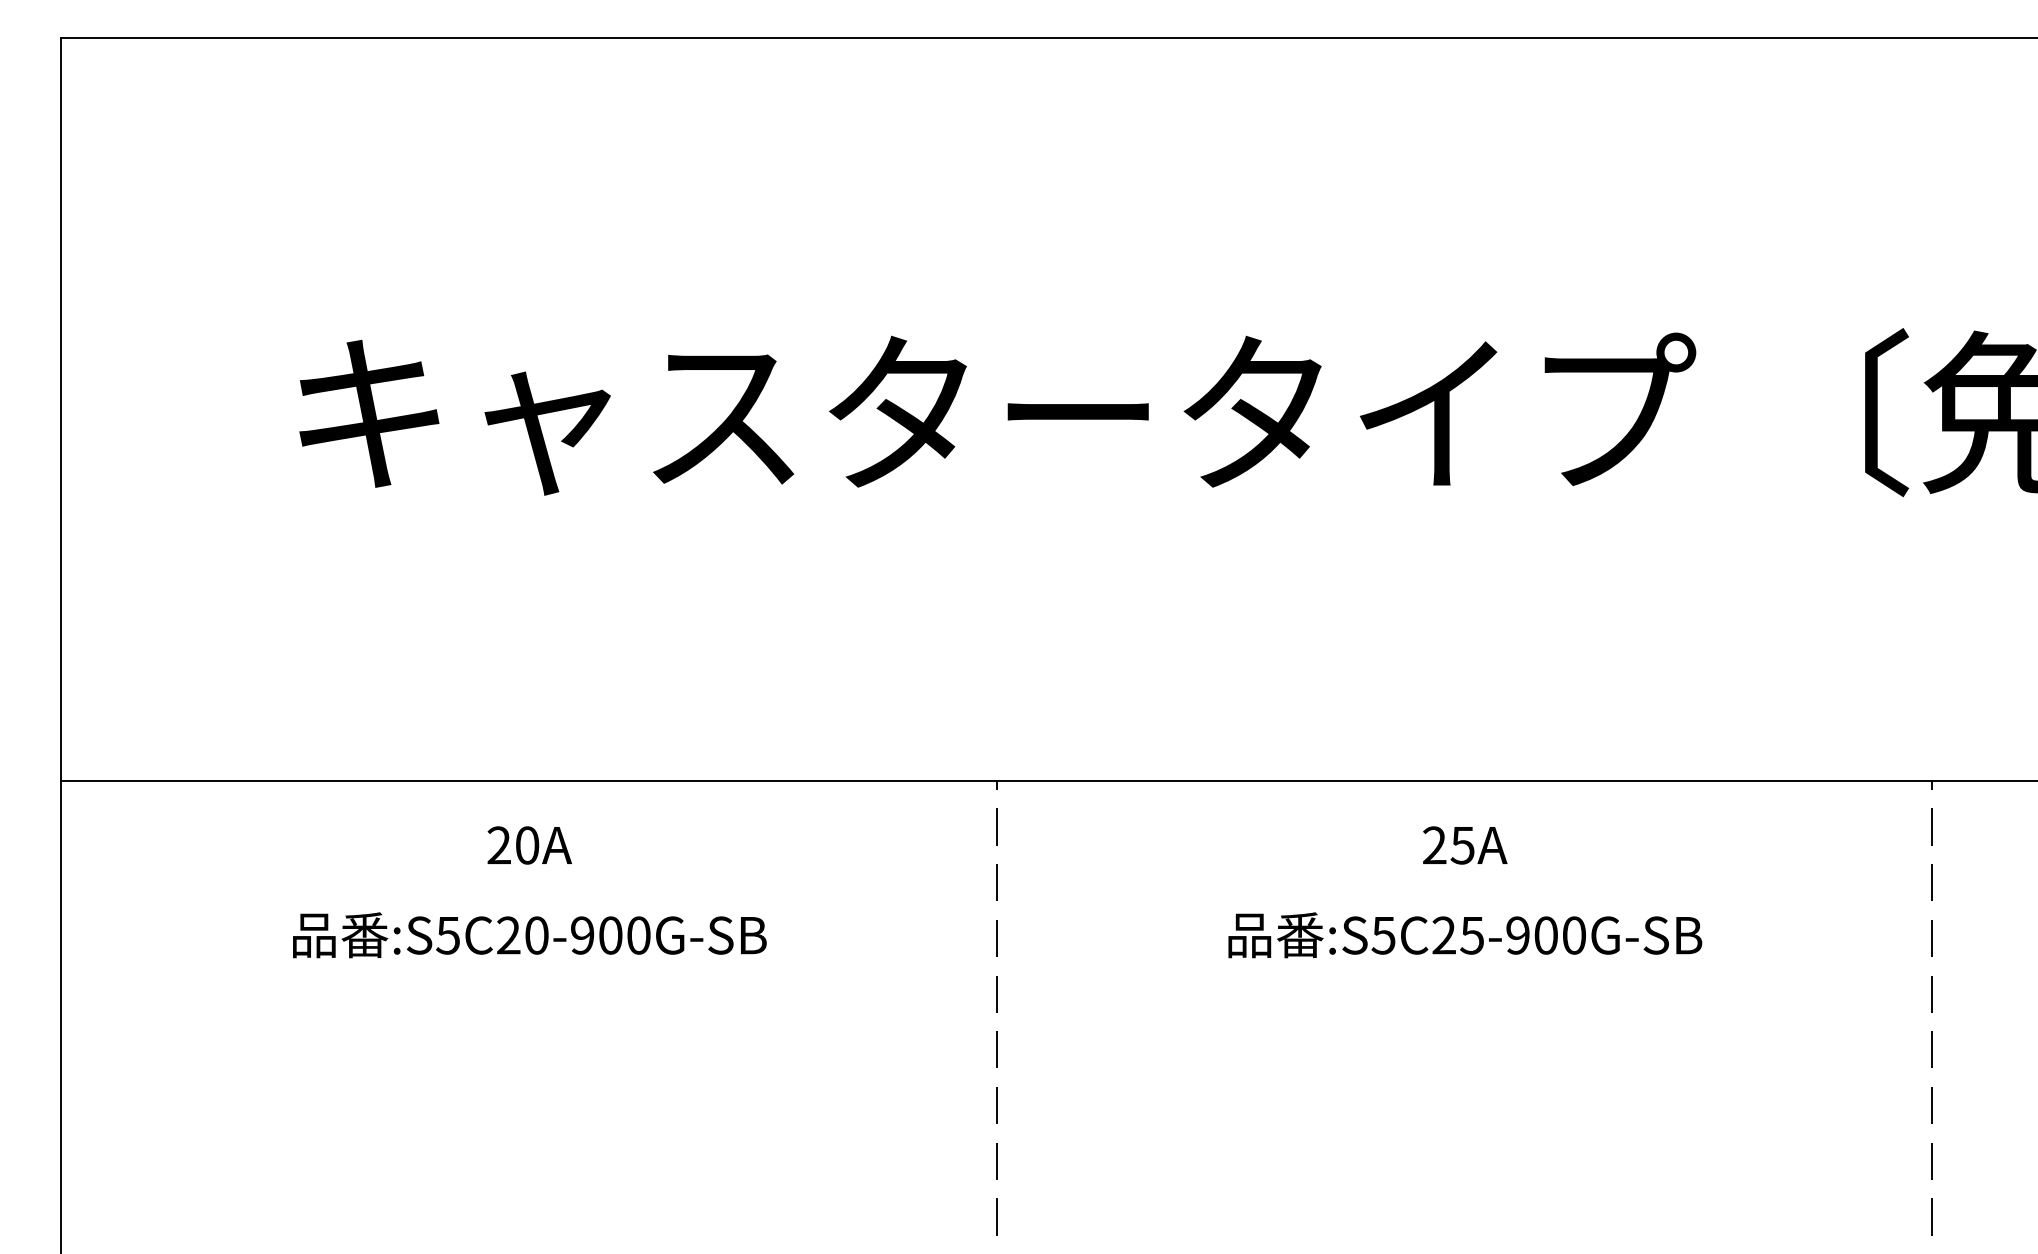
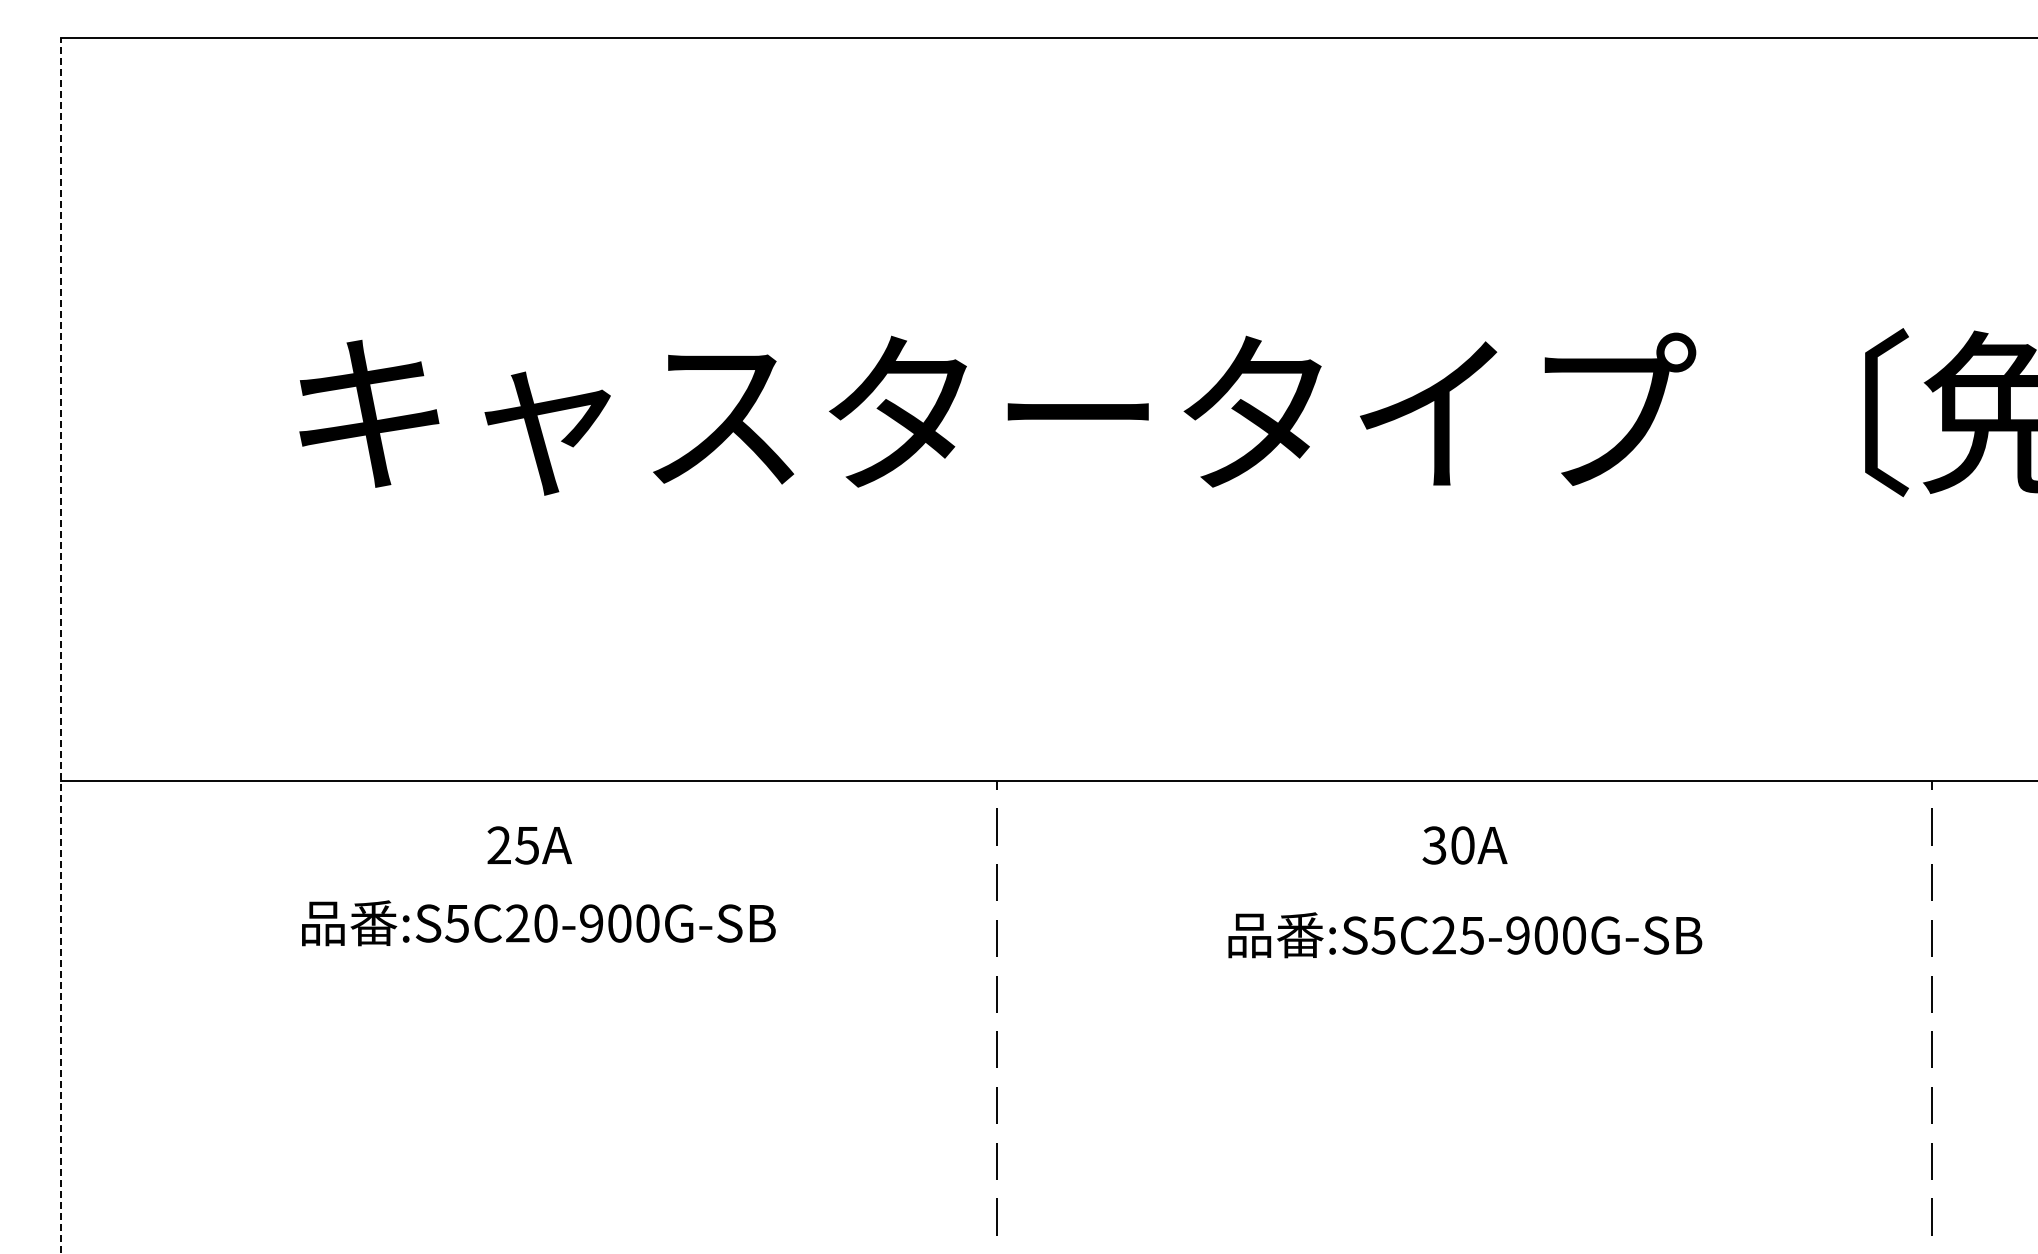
line at (61, 645): solid -> dashed
text at (527, 845): 20A -> 25A
text at (1448, 845): 25A -> 30A
text at (529, 935) position: (529, 935) -> (538, 923)
